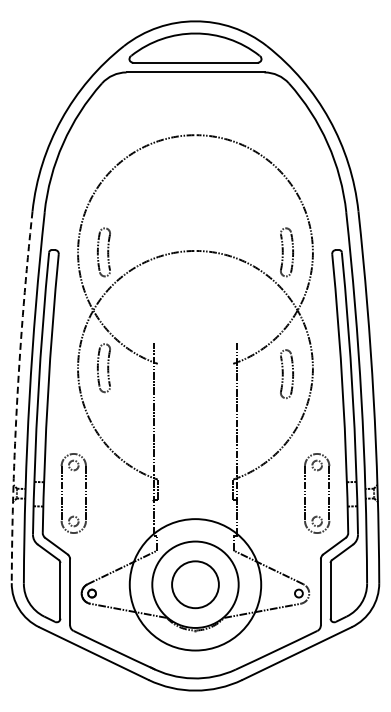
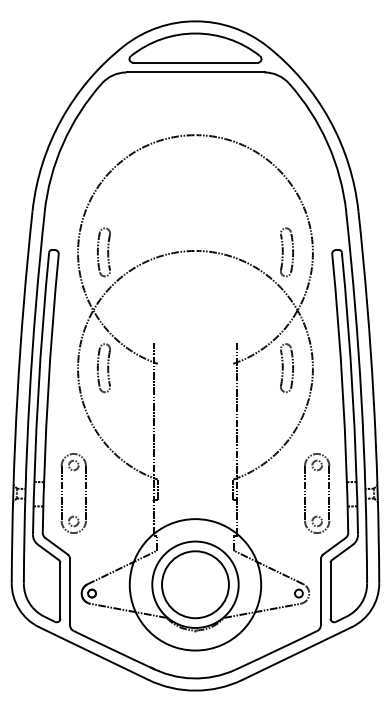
part at (286, 374) position: (286, 374) -> (286, 368)
arc at (17, 397): dashed -> solid
circle at (195, 584) diameter: 47 px -> 67 px
